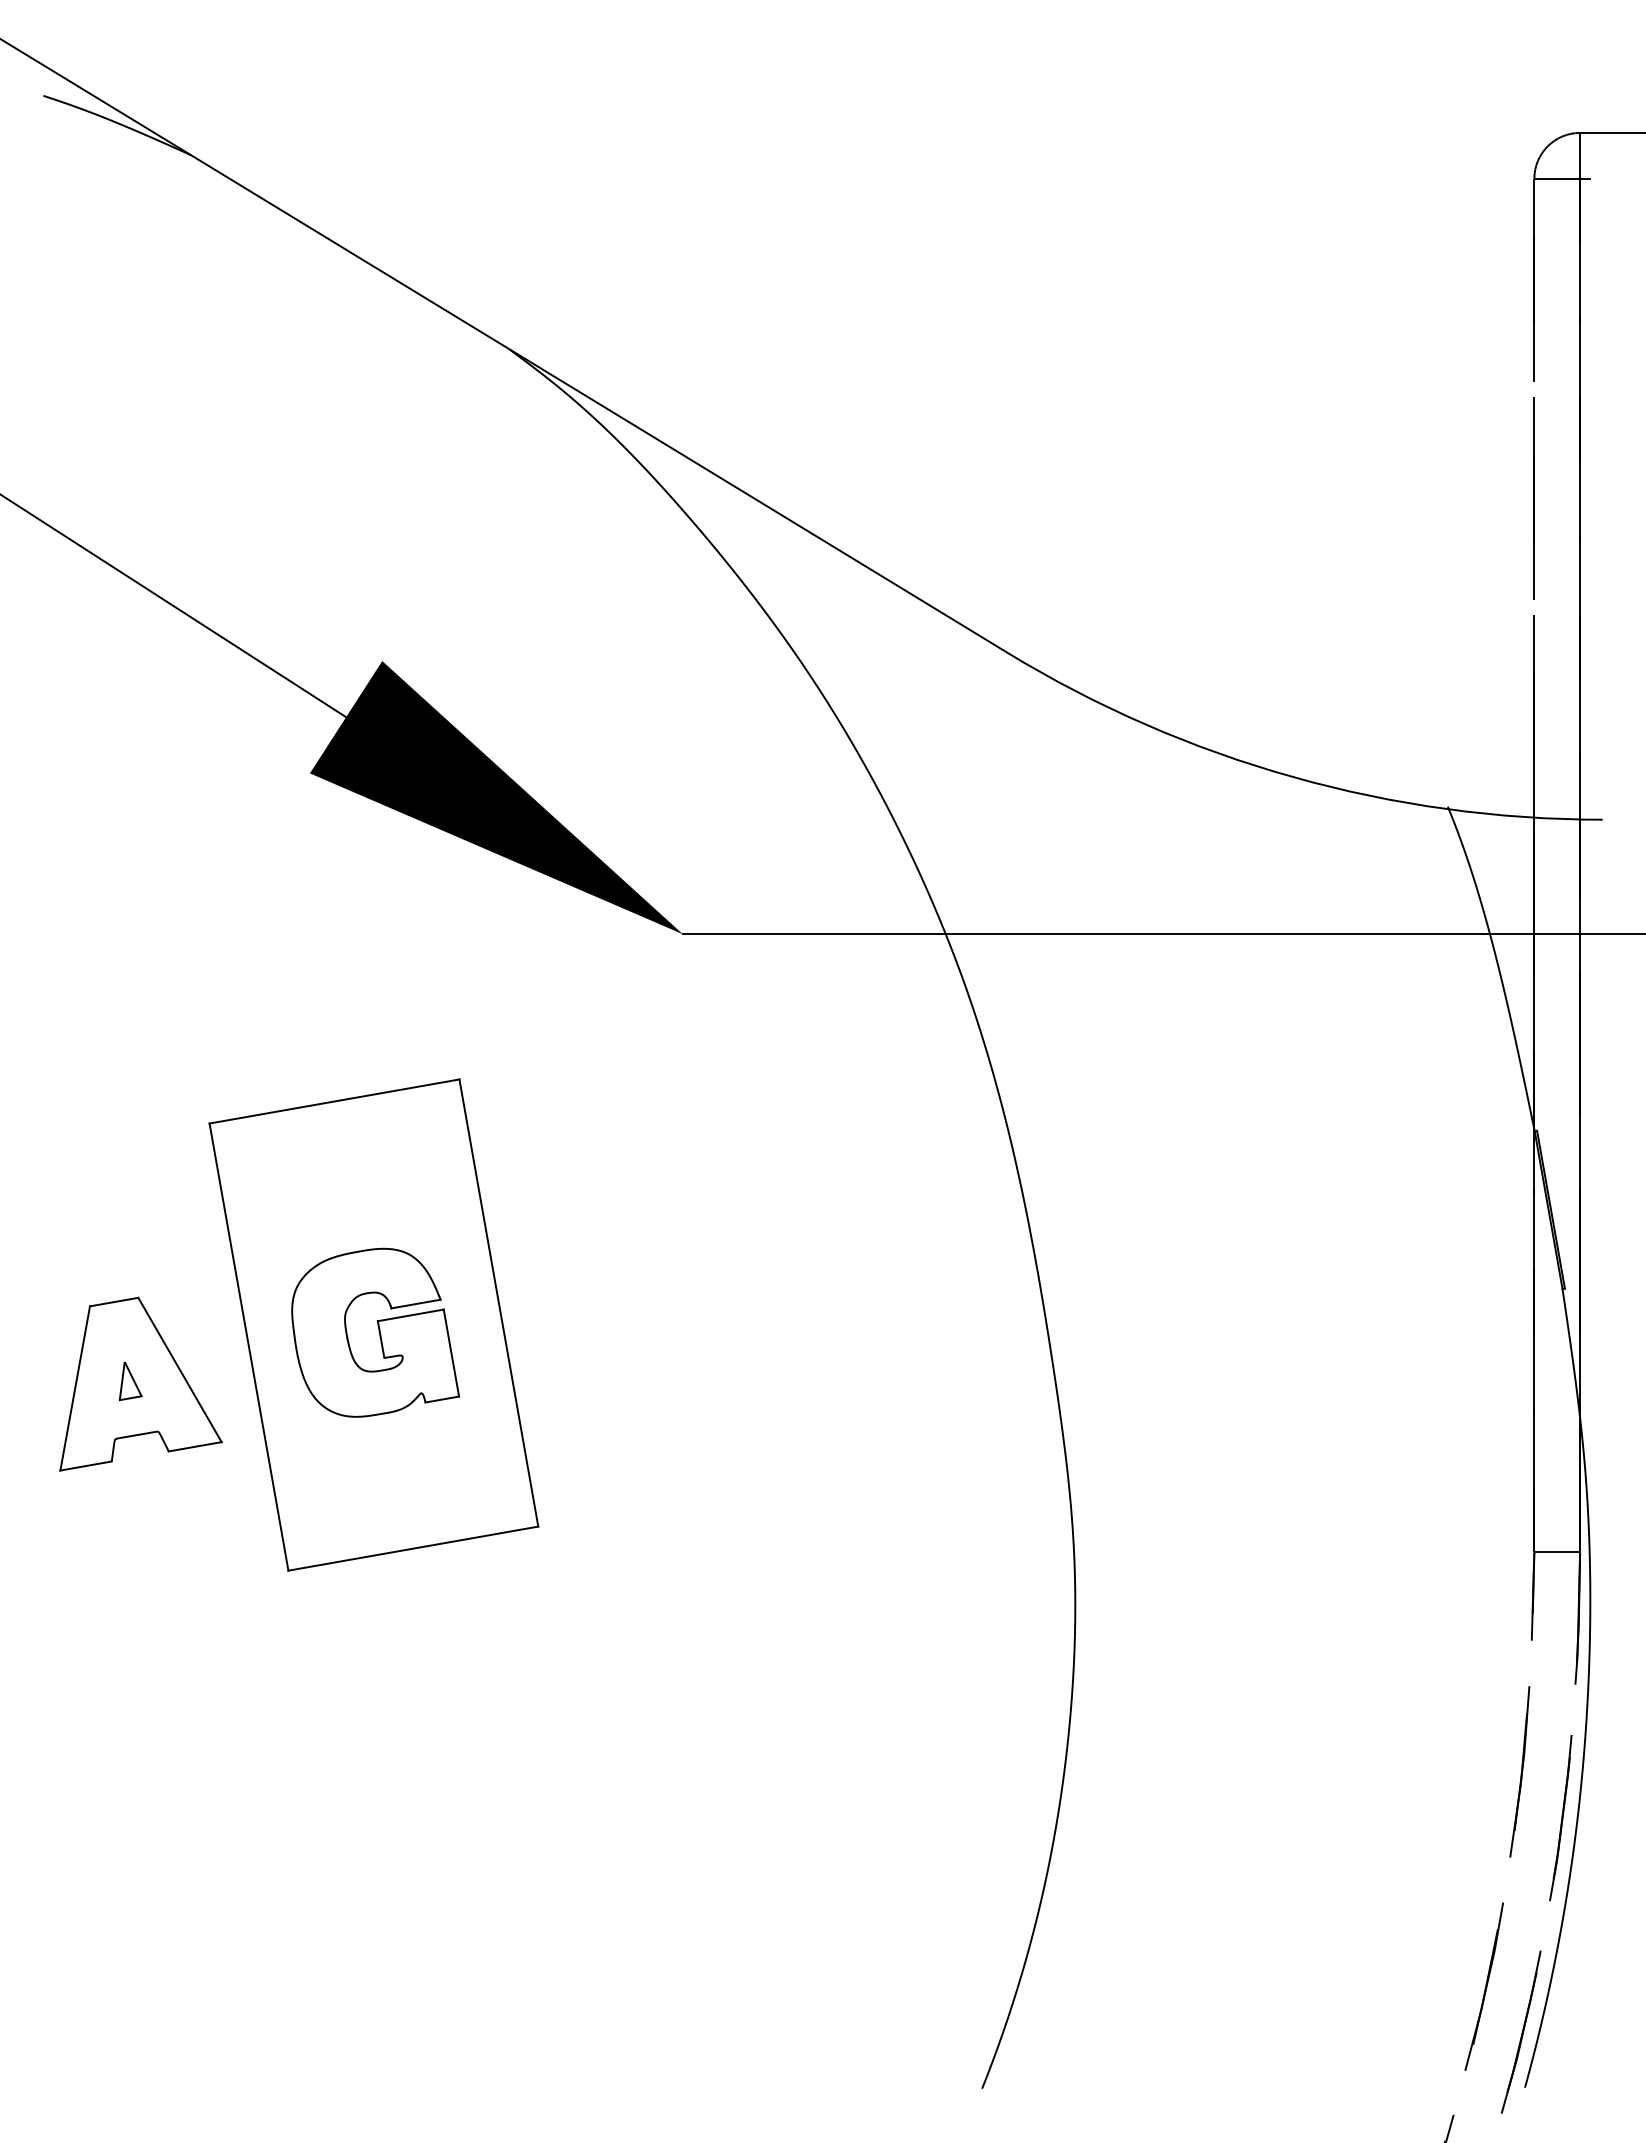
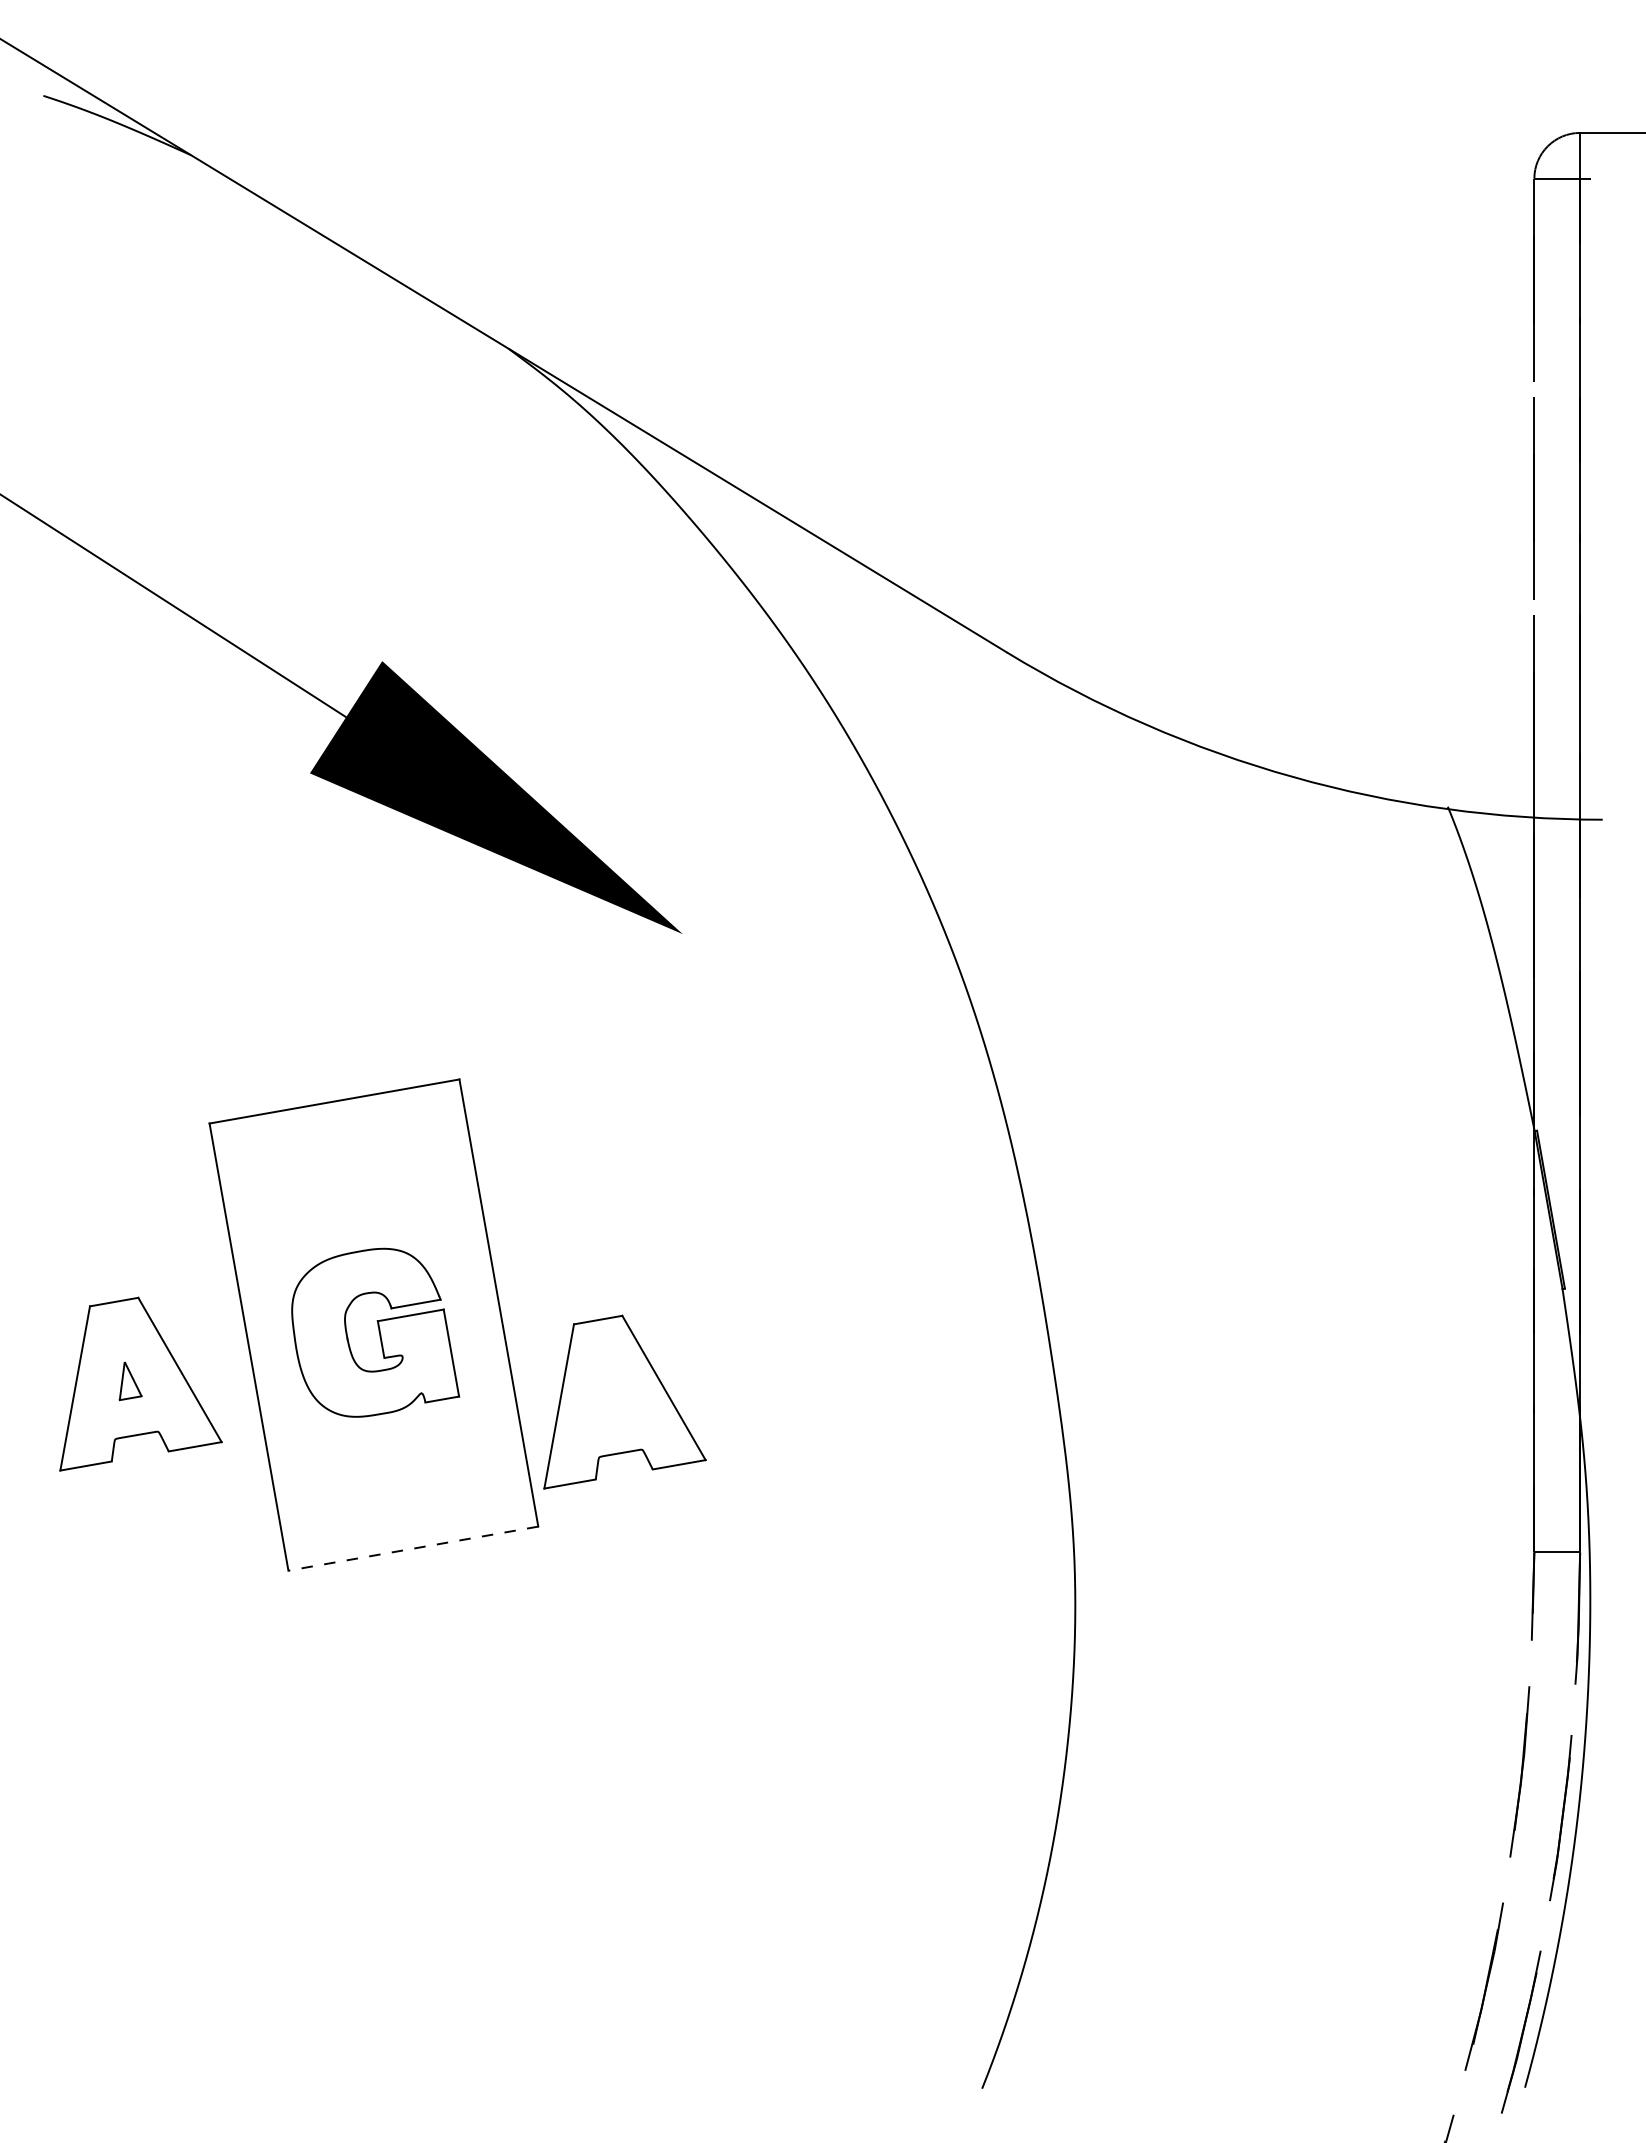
line at (1162, 934): present -> none
part at (624, 1401): none -> present
line at (413, 1548): solid -> dashed
